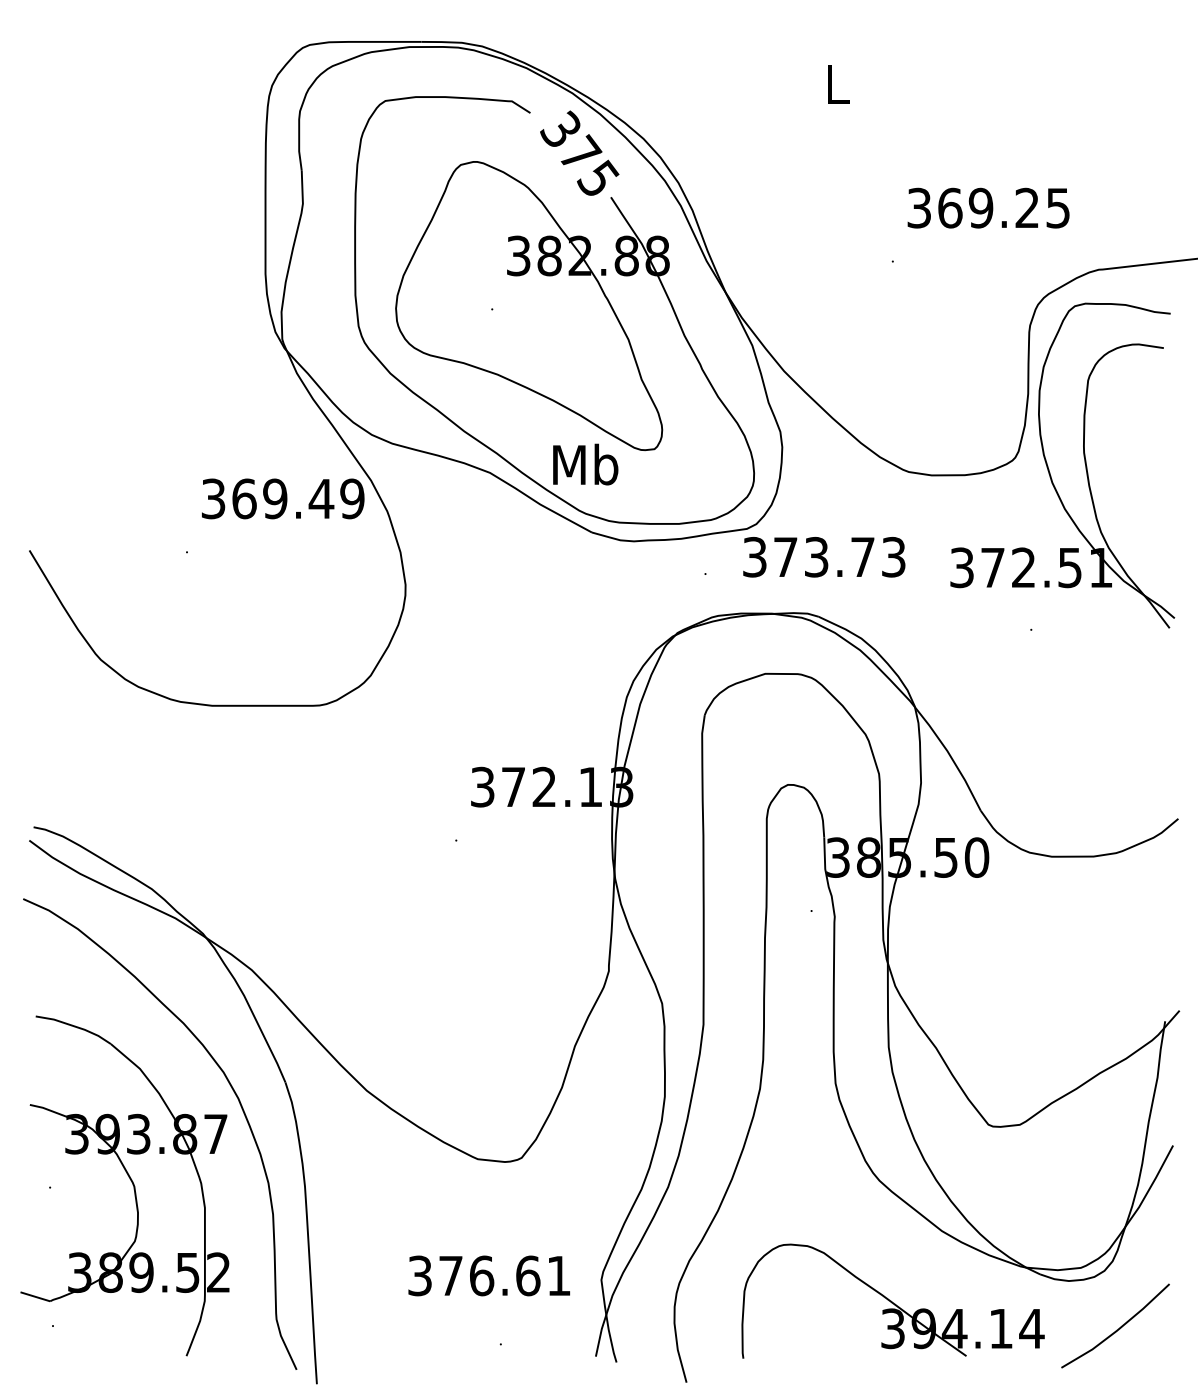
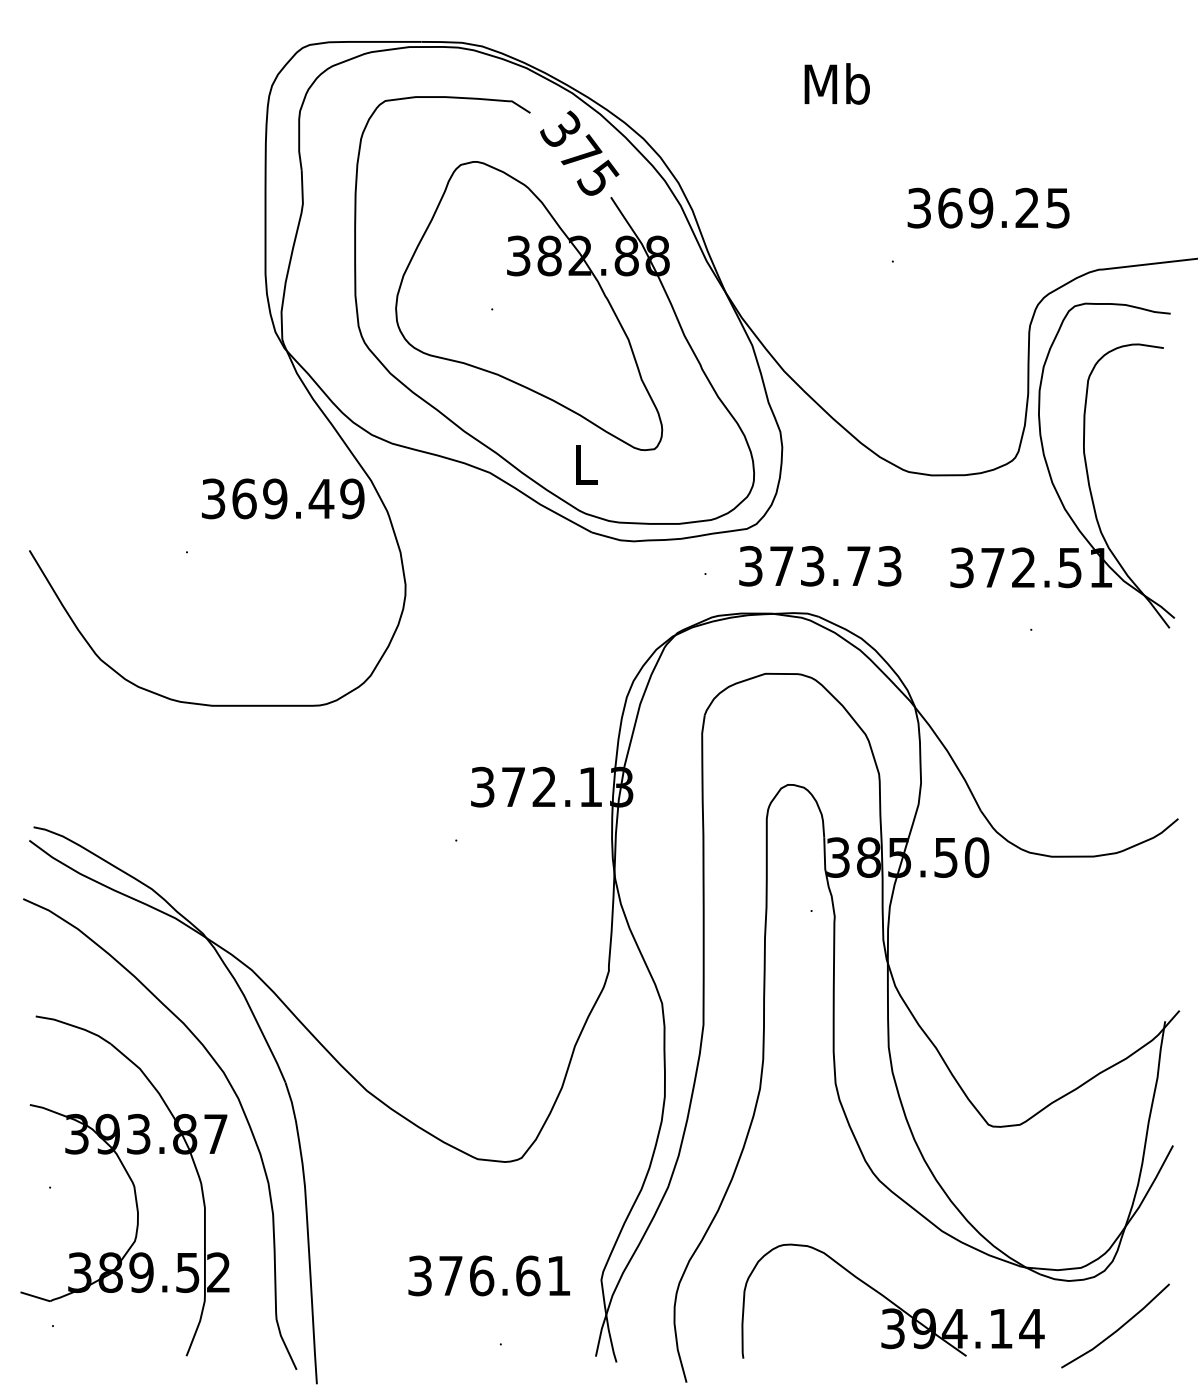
text at (836, 83): L -> Mb
text at (585, 464): Mb -> L
text at (824, 557) position: (824, 557) -> (820, 566)
